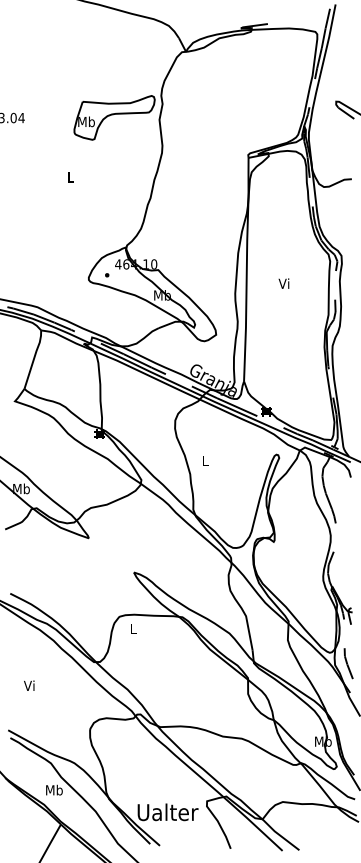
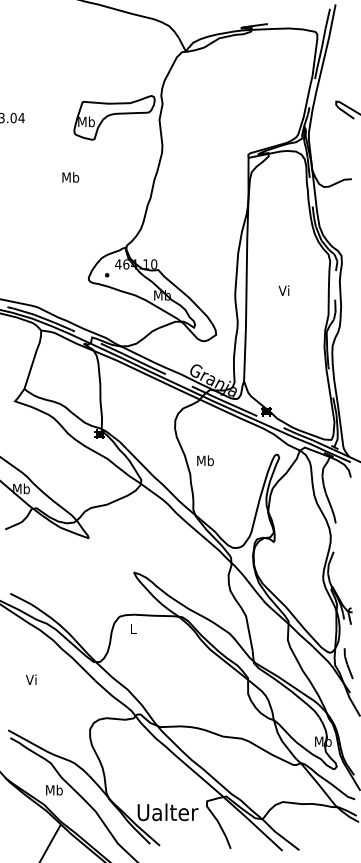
text at (70, 177): L -> Mb
text at (283, 283) position: (283, 283) -> (283, 290)
text at (205, 460): L -> Mb
text at (29, 685) position: (29, 685) -> (31, 679)
